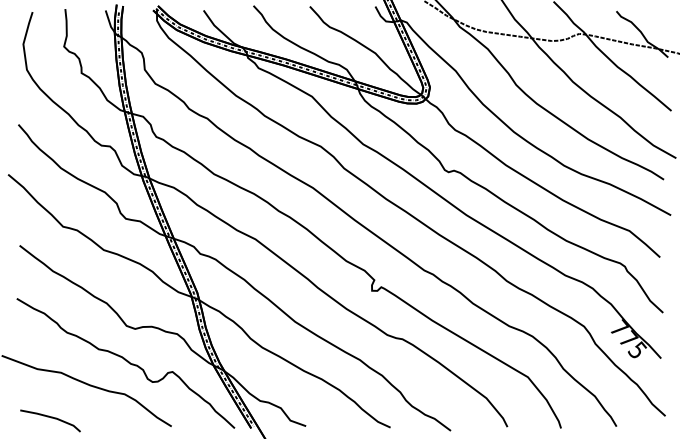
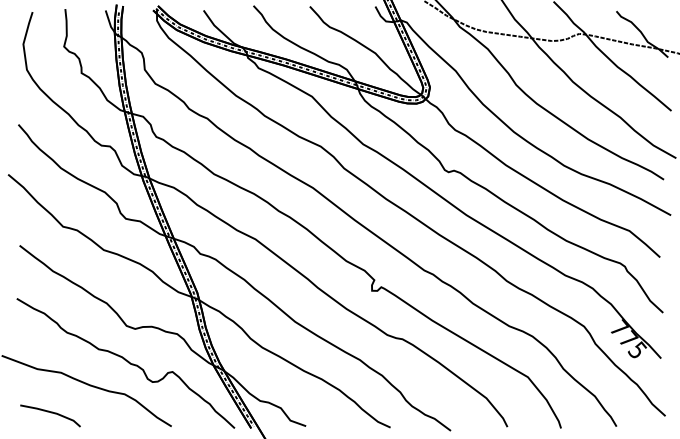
line at (51, 418) position: (51, 418) -> (51, 413)
